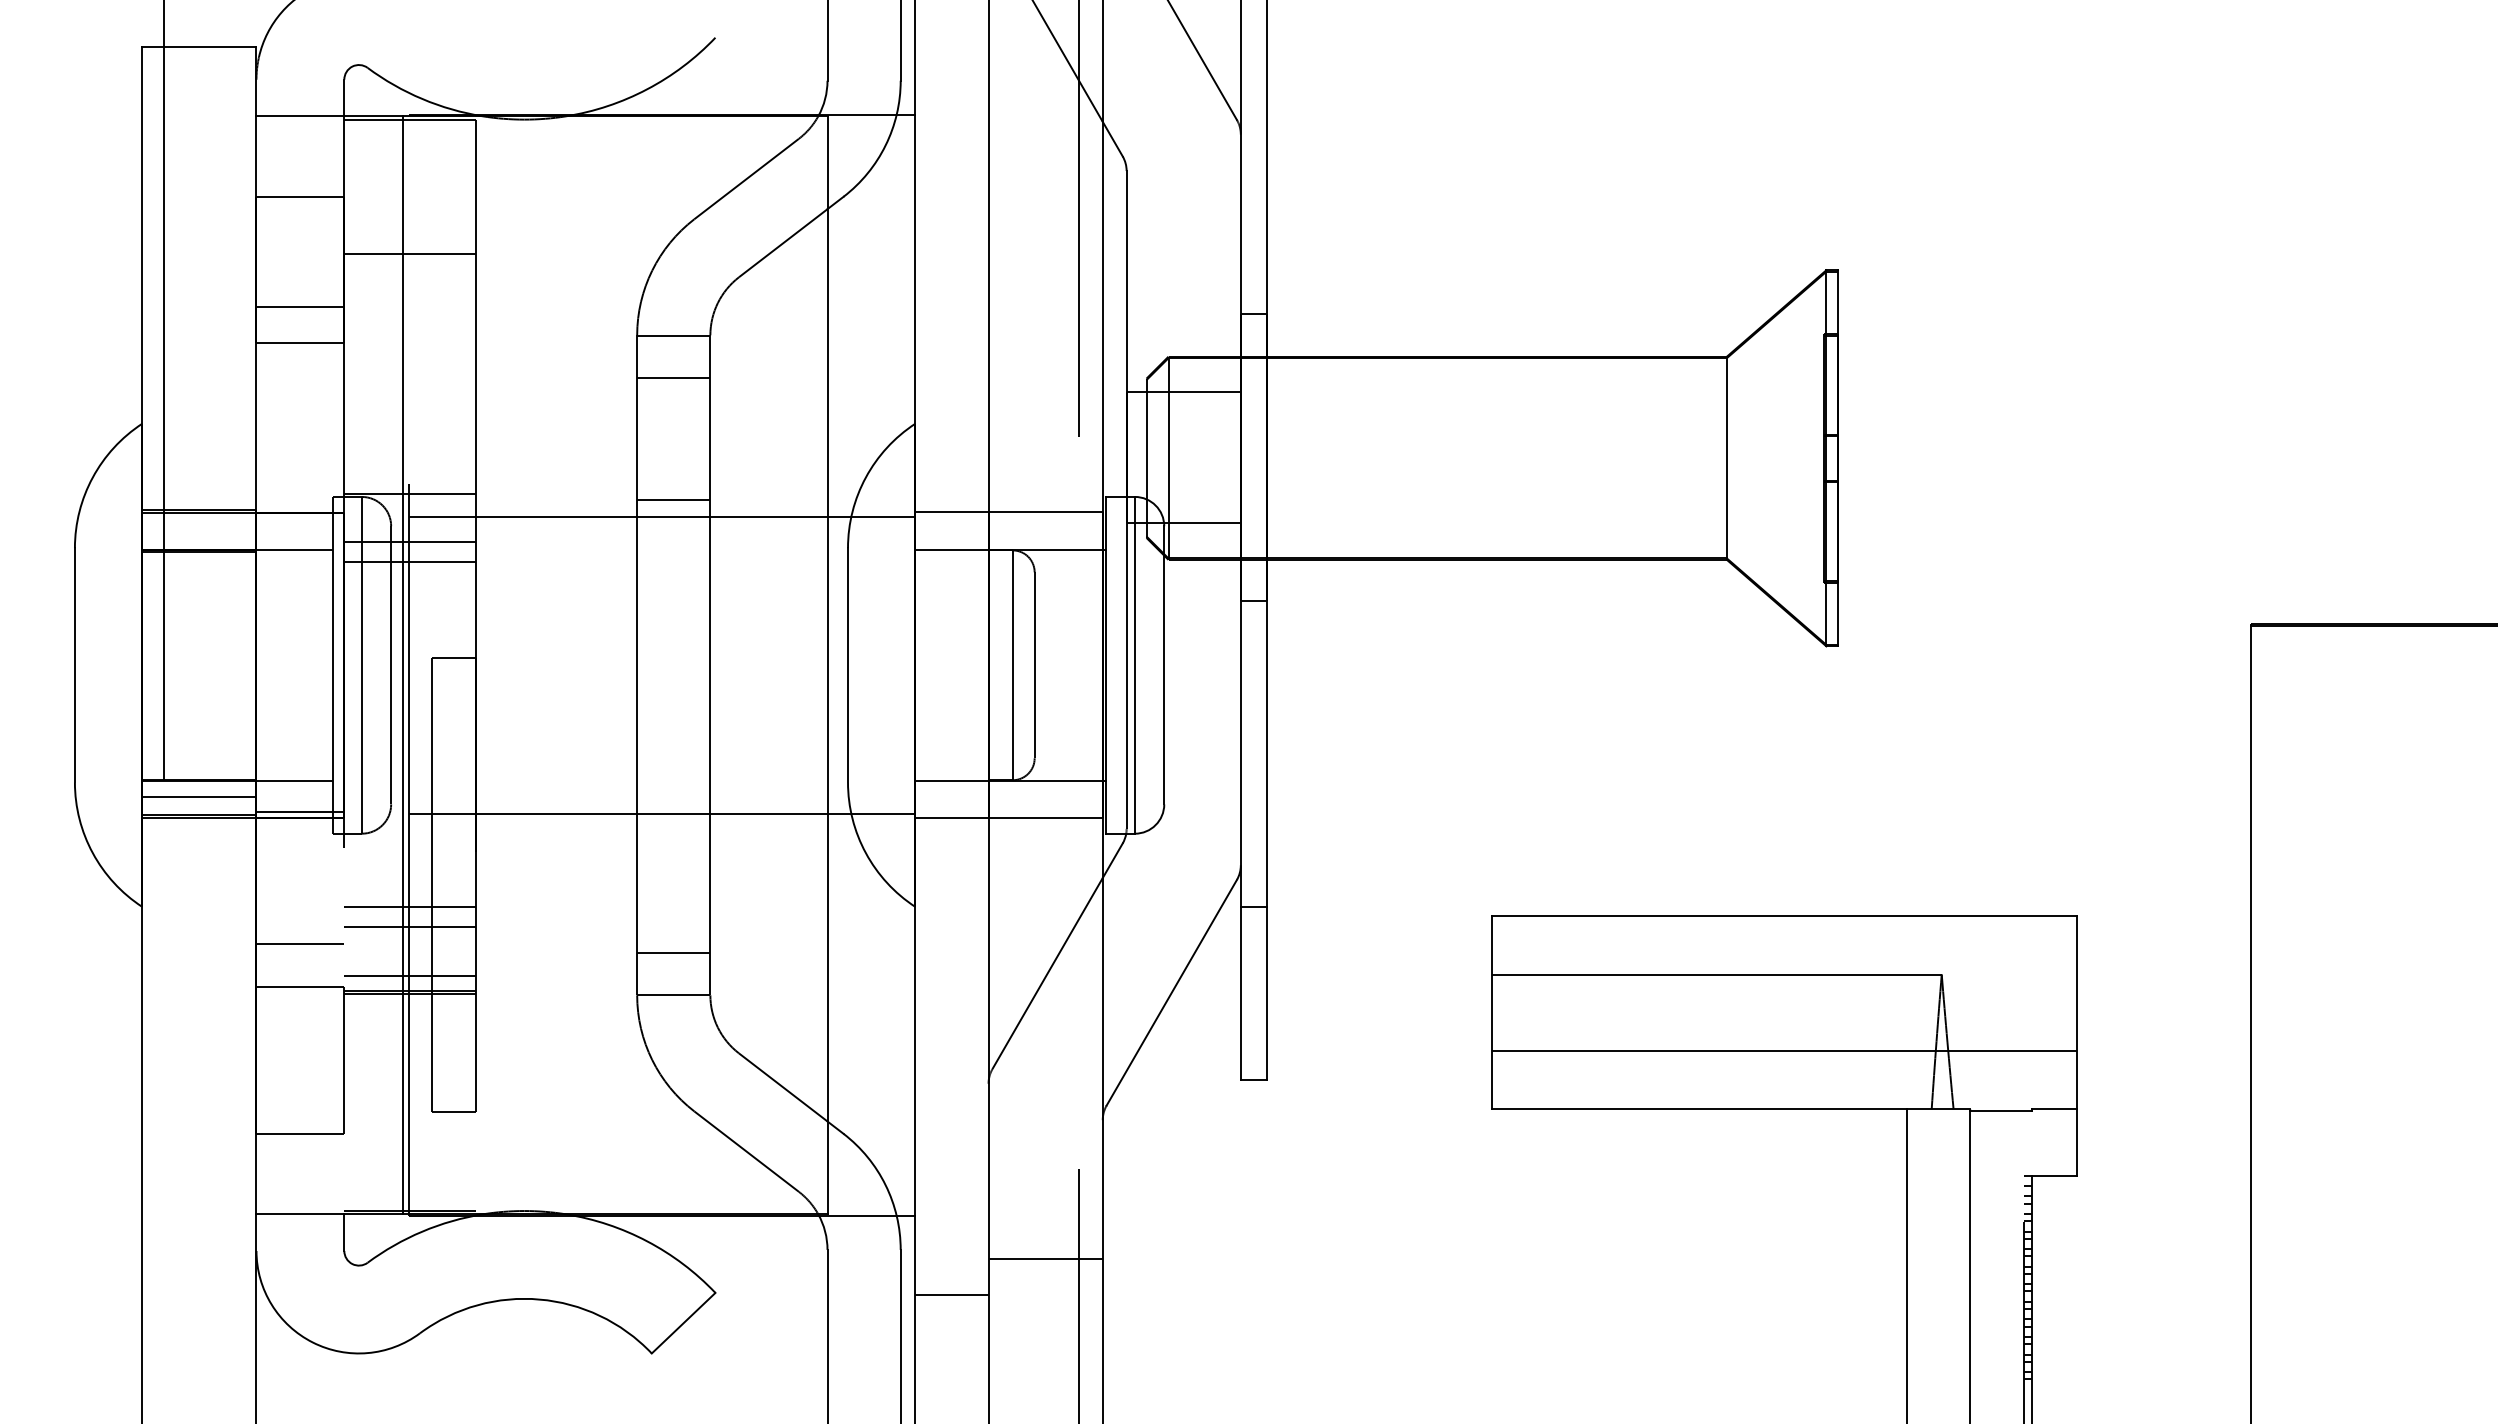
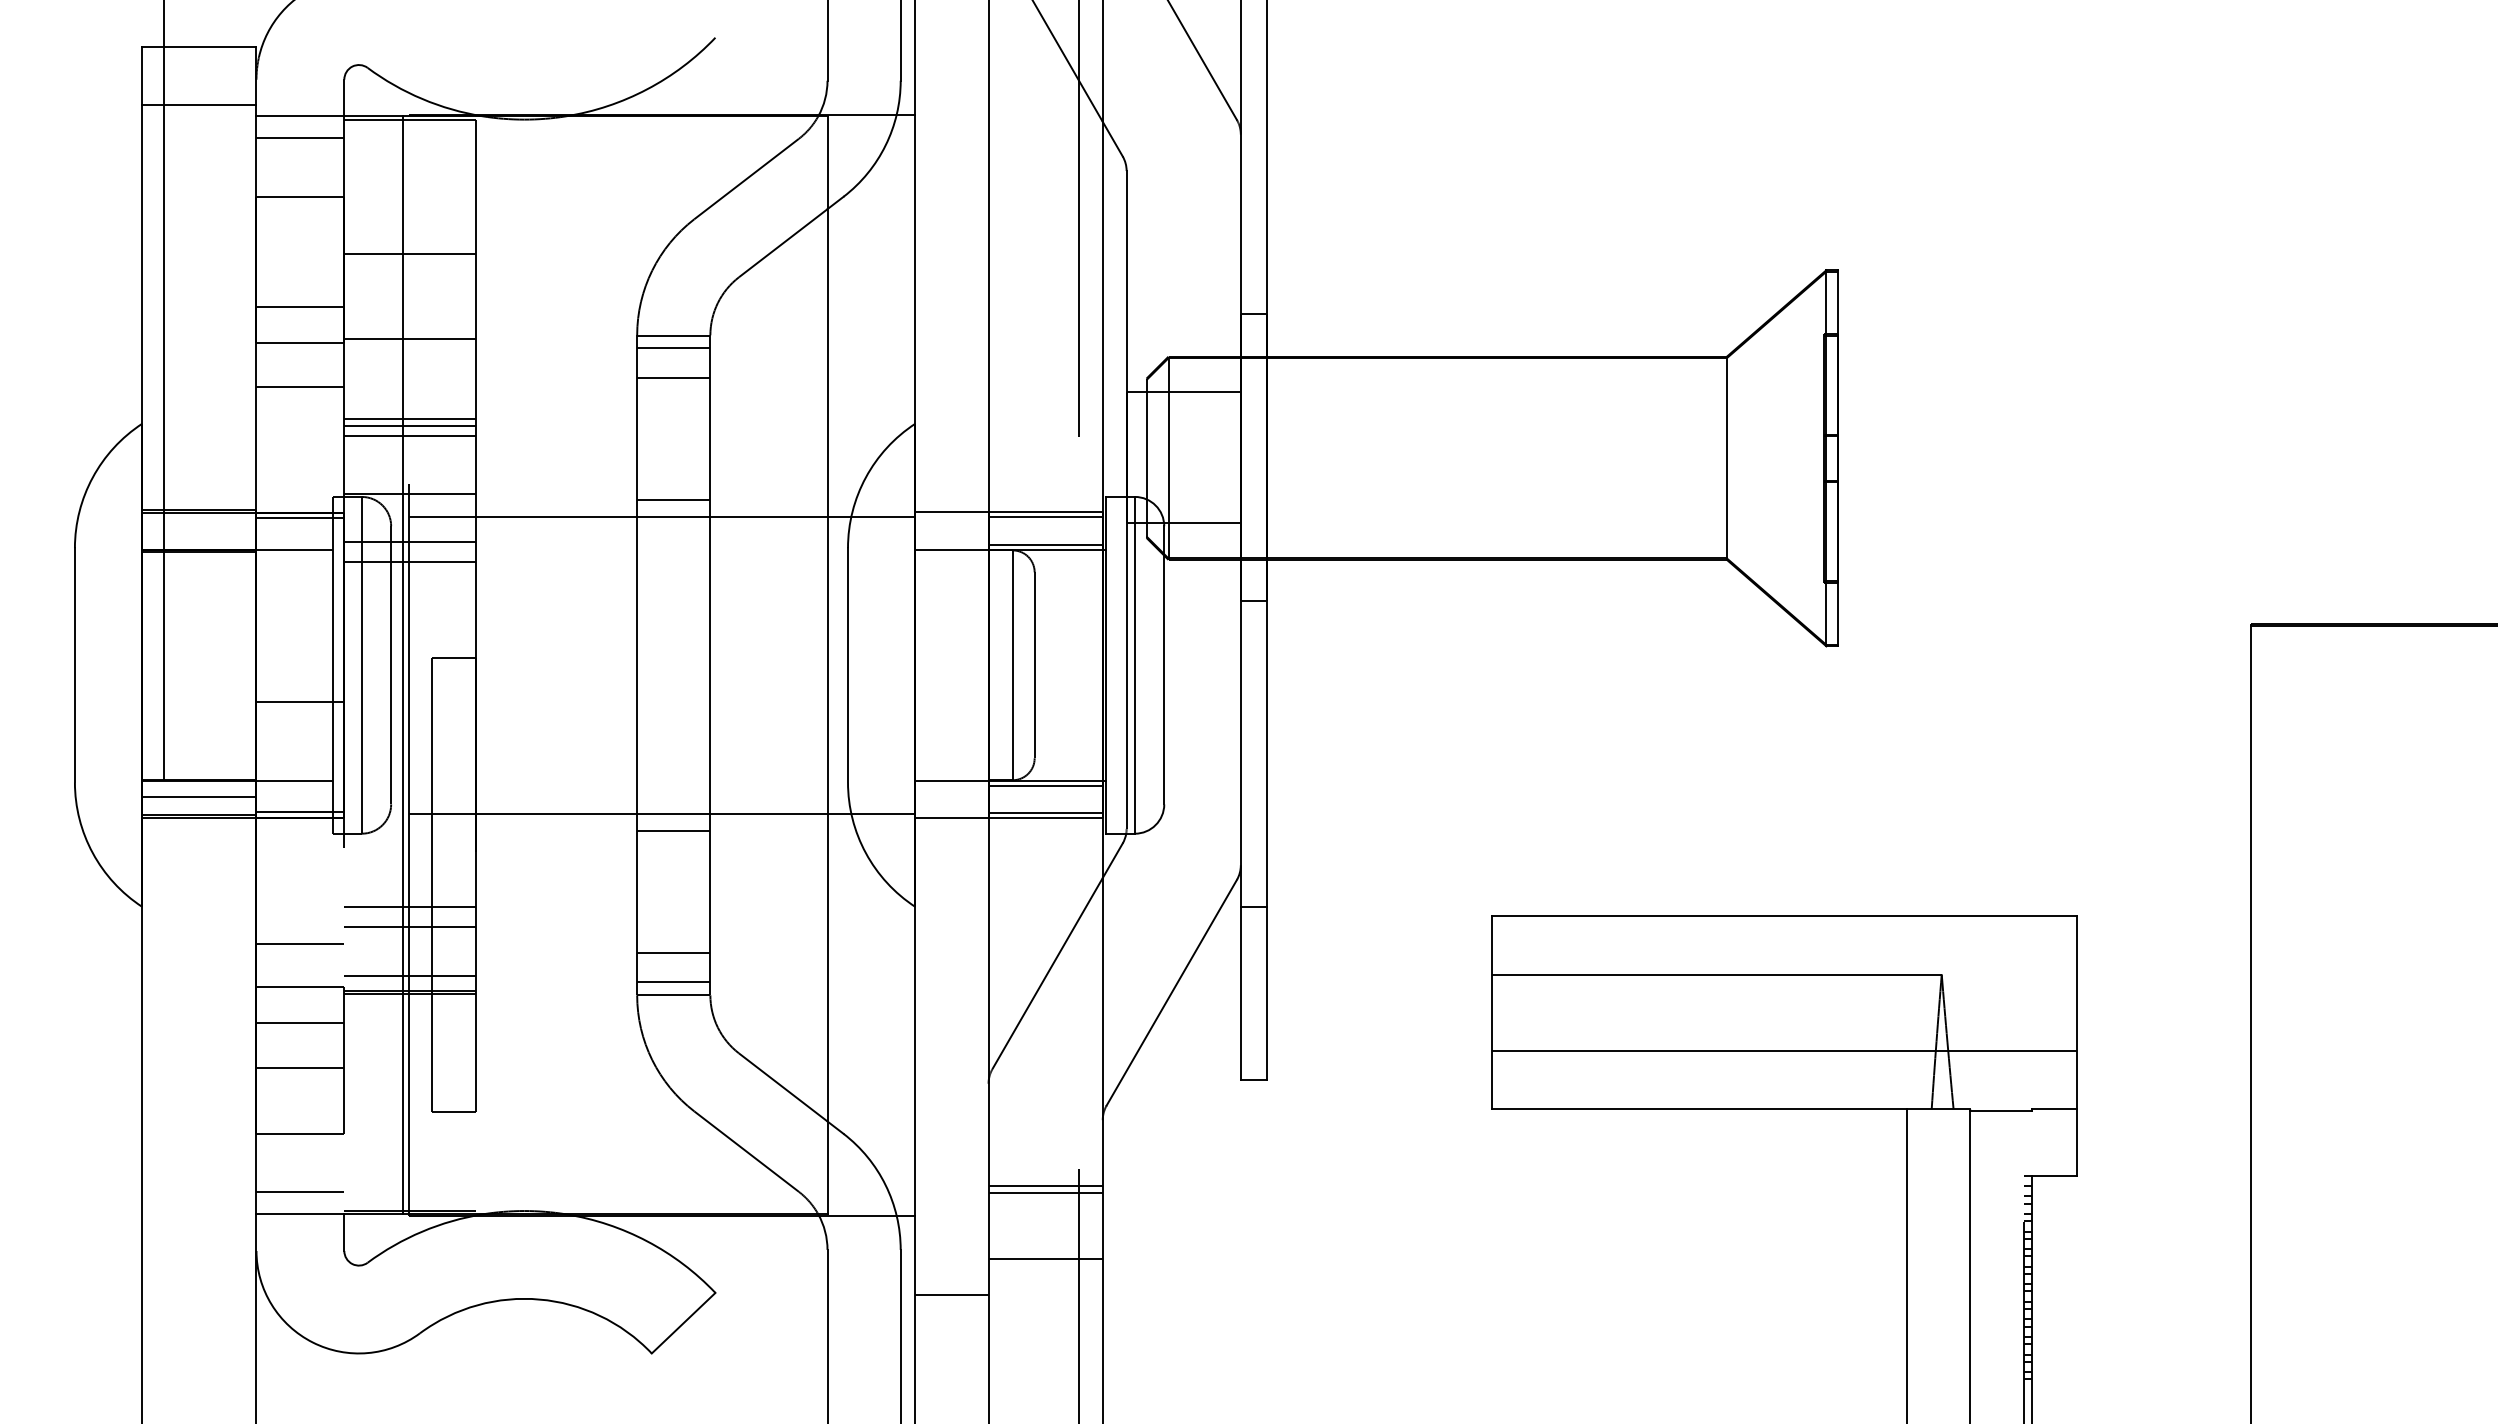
line at (199, 104): none -> present
line at (300, 138): none -> present
line at (410, 339): none -> present
line at (673, 348): none -> present
line at (300, 387): none -> present
line at (410, 419): none -> present
line at (410, 426): none -> present
line at (410, 435): none -> present
line at (1045, 517): none -> present
line at (300, 518): none -> present
line at (1045, 544): none -> present
line at (300, 701): none -> present
line at (1045, 786): none -> present
line at (1045, 813): none -> present
line at (673, 830): none -> present
line at (673, 982): none -> present
line at (300, 1023): none -> present
line at (300, 1067): none -> present
line at (1045, 1185): none -> present
line at (300, 1192): none -> present
line at (1045, 1192): none -> present
